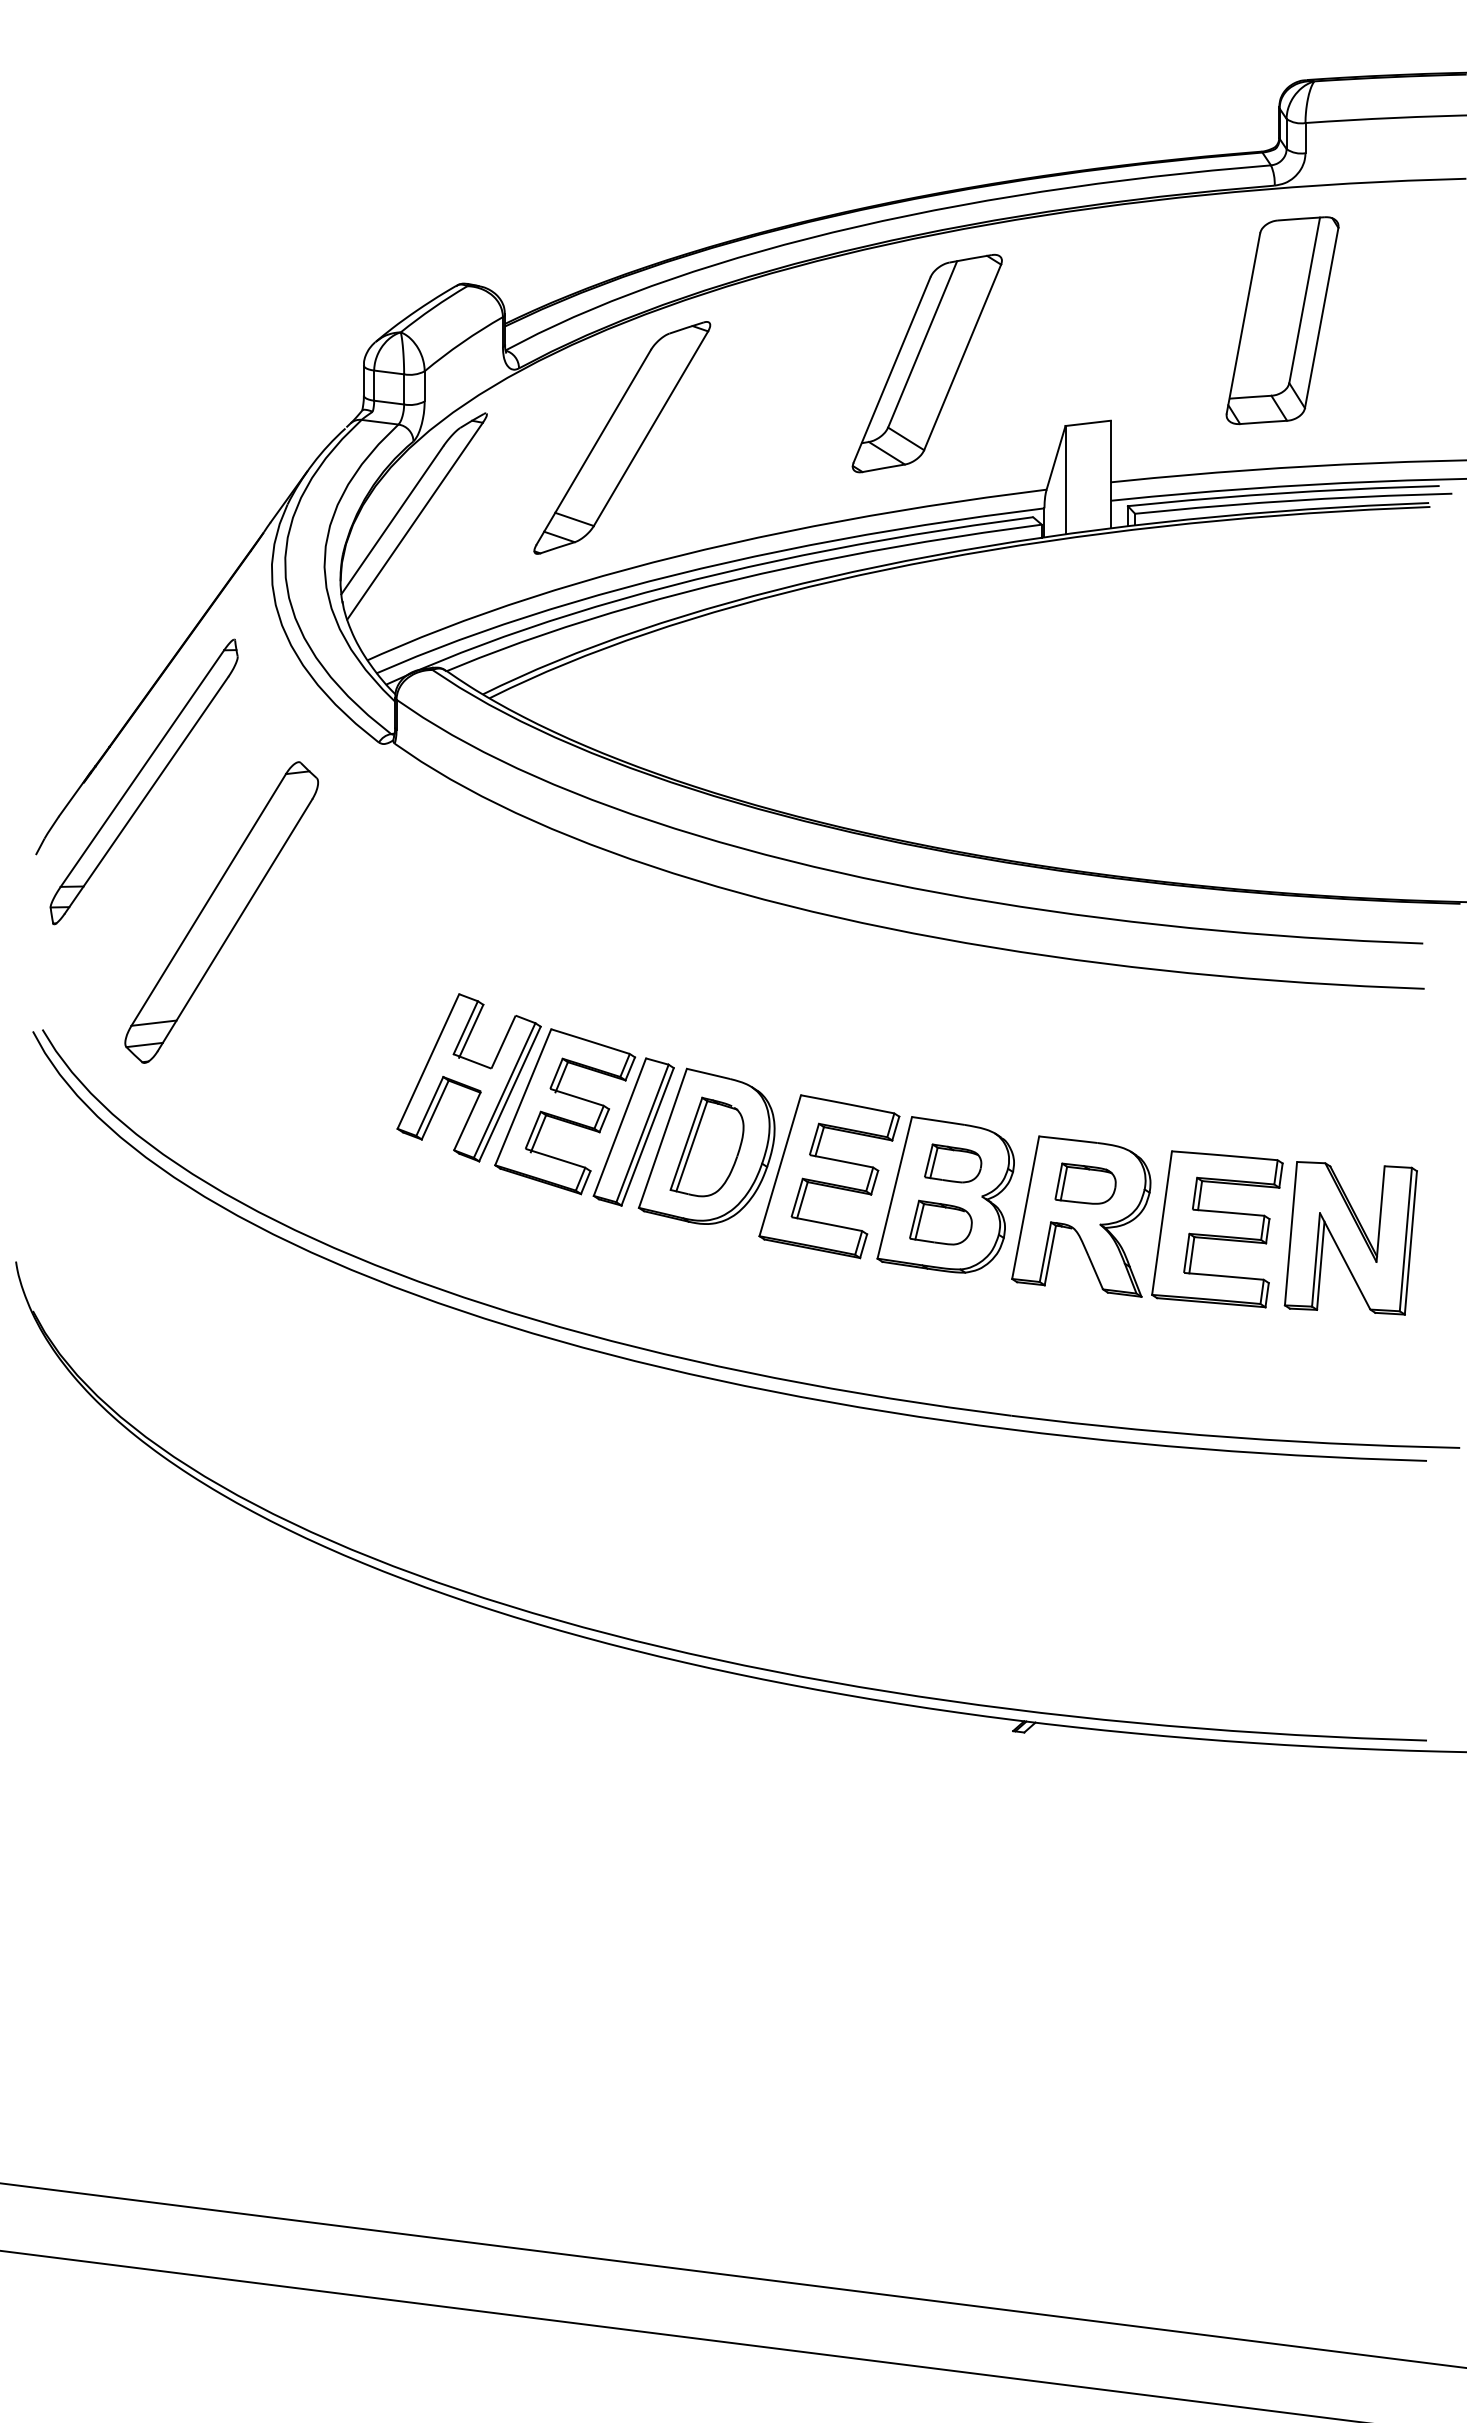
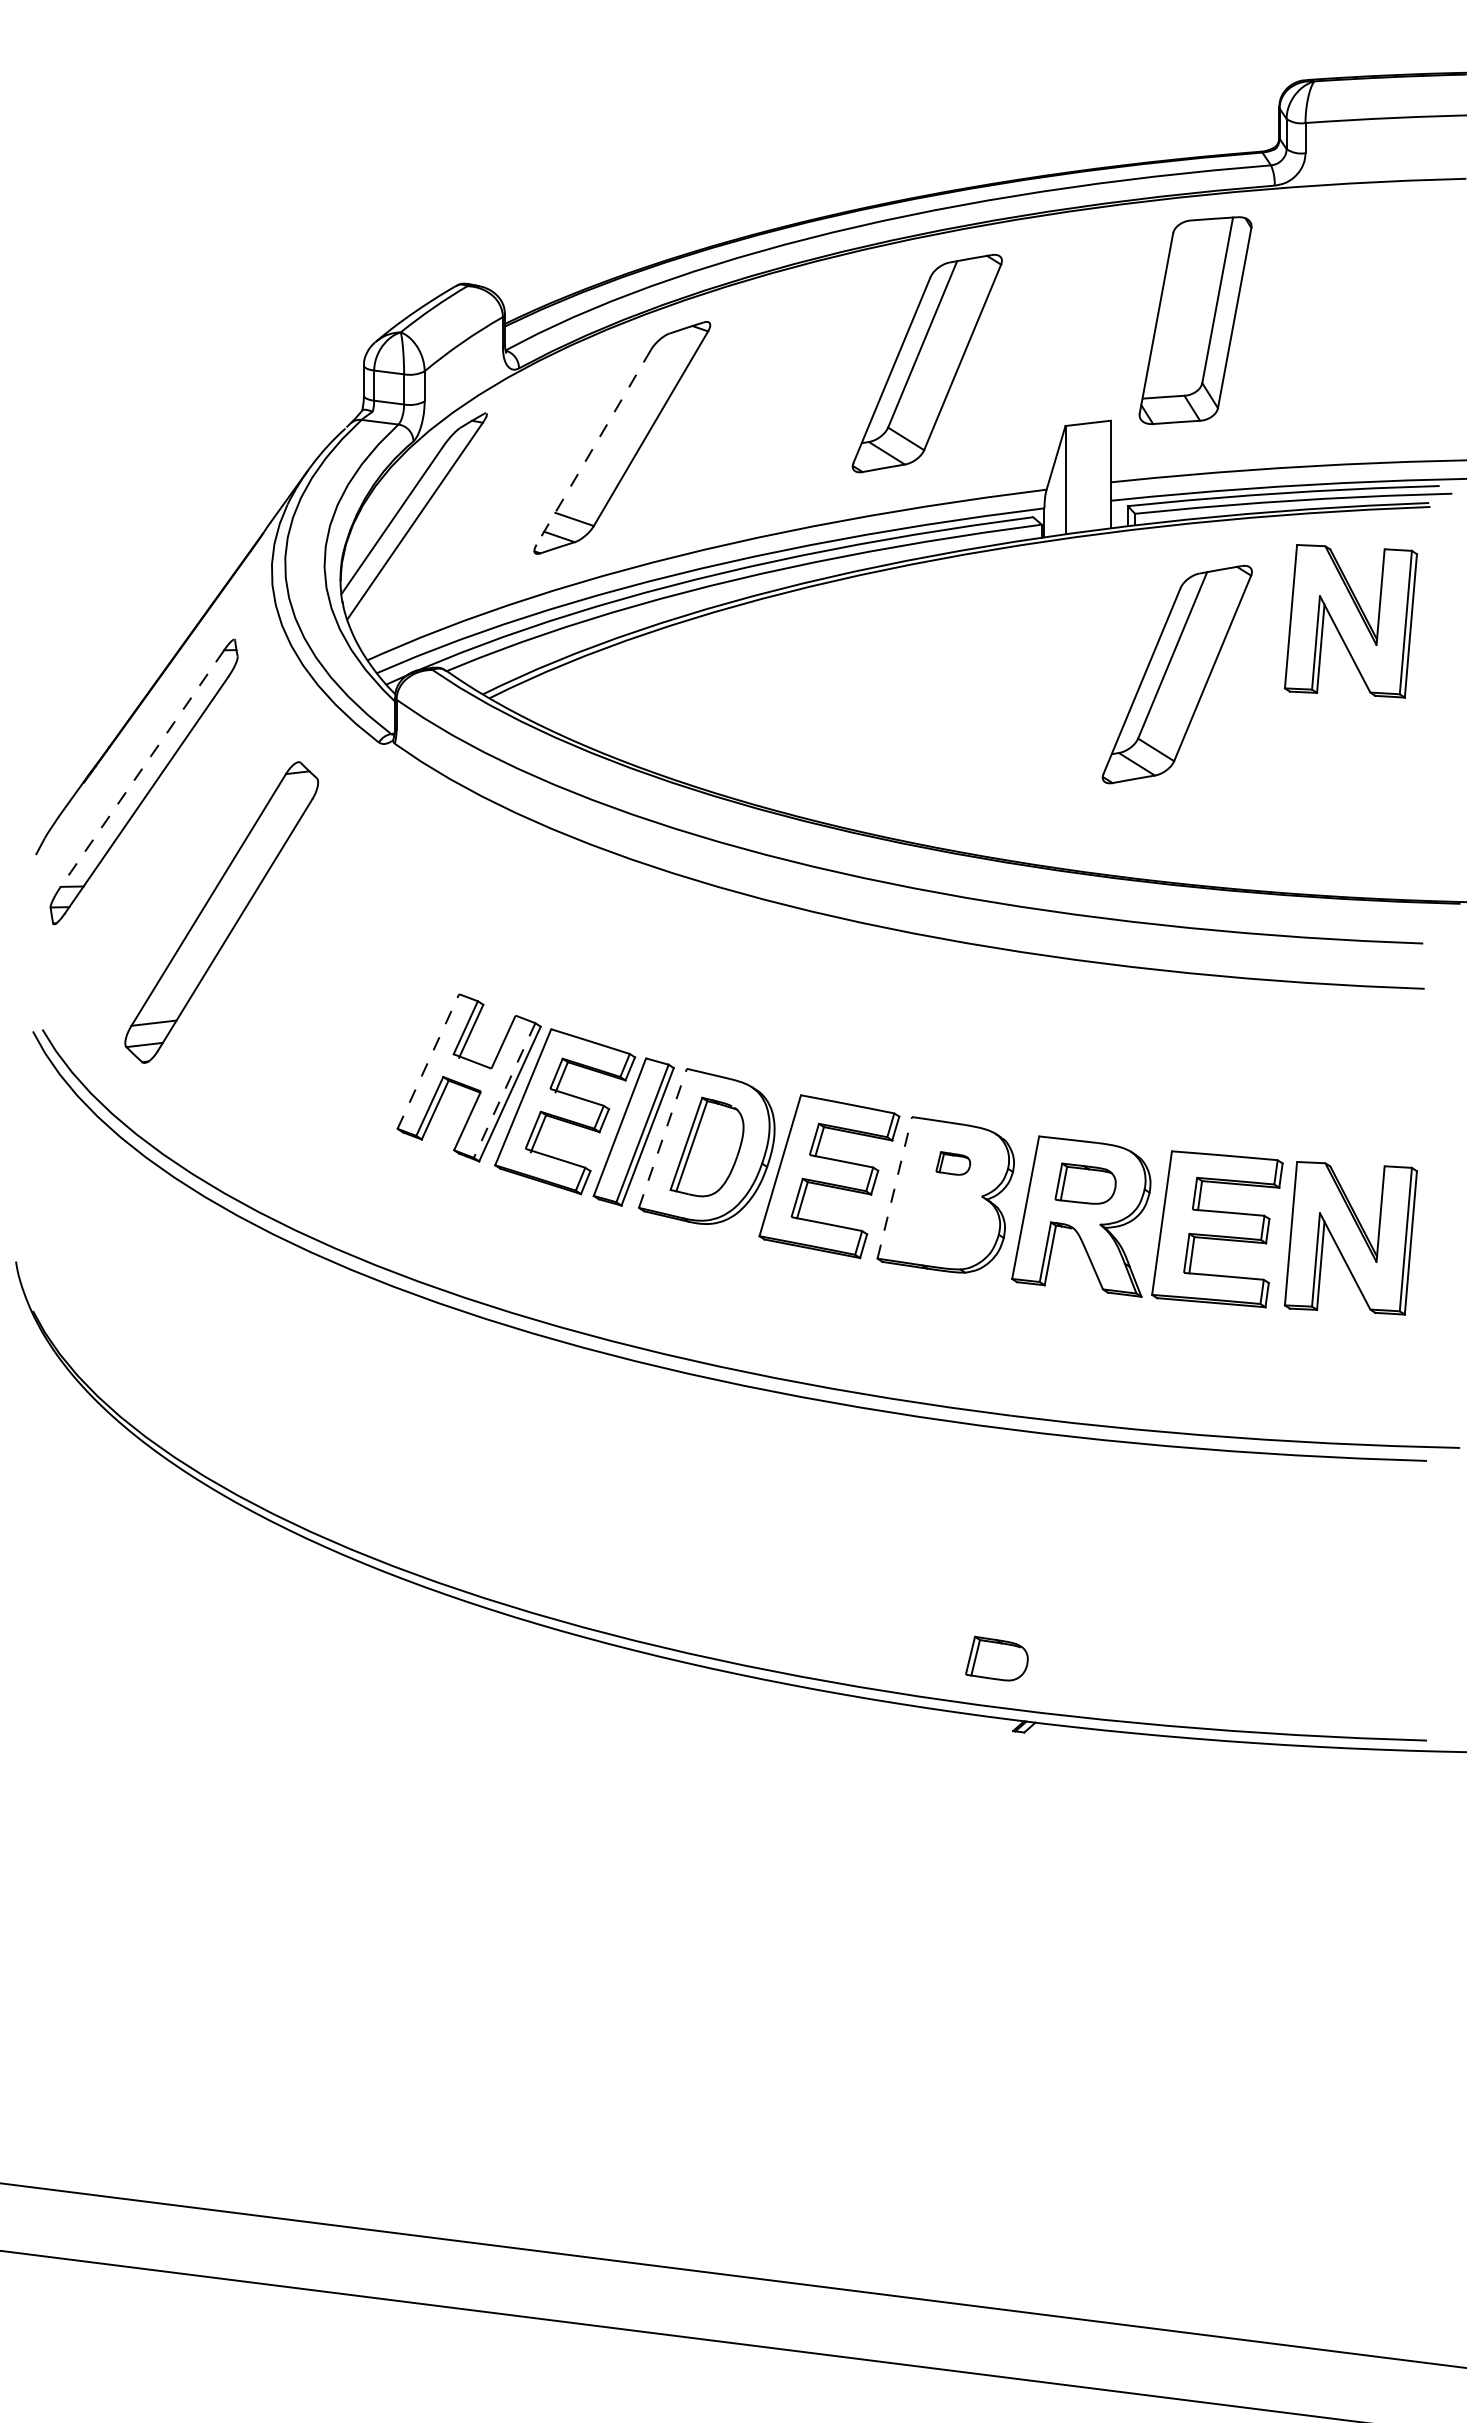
part at (1282, 320) position: (1282, 320) -> (1195, 320)
line at (593, 447): solid -> dashed
part at (1350, 621): none -> present
part at (1176, 674): none -> present
line at (142, 768): solid -> dashed
line at (428, 1061): solid -> dashed
line at (504, 1090): solid -> dashed
line at (662, 1138): solid -> dashed
part at (953, 1163) size: 59x41 px -> 37x25 px
line at (894, 1187): solid -> dashed
part at (940, 1222) position: (940, 1222) -> (996, 1658)
